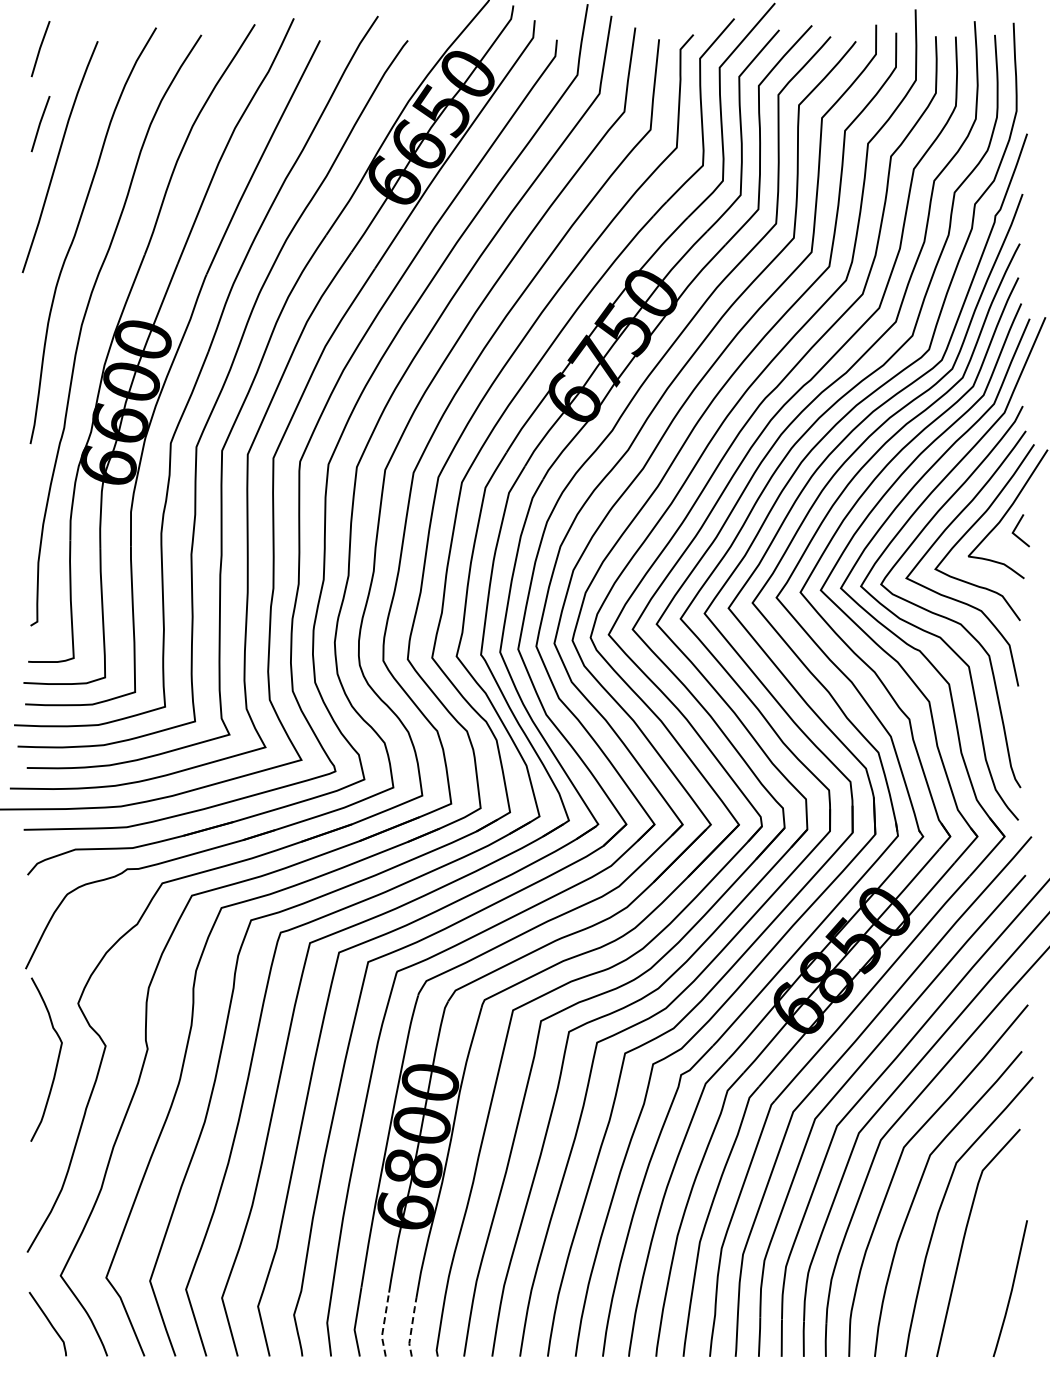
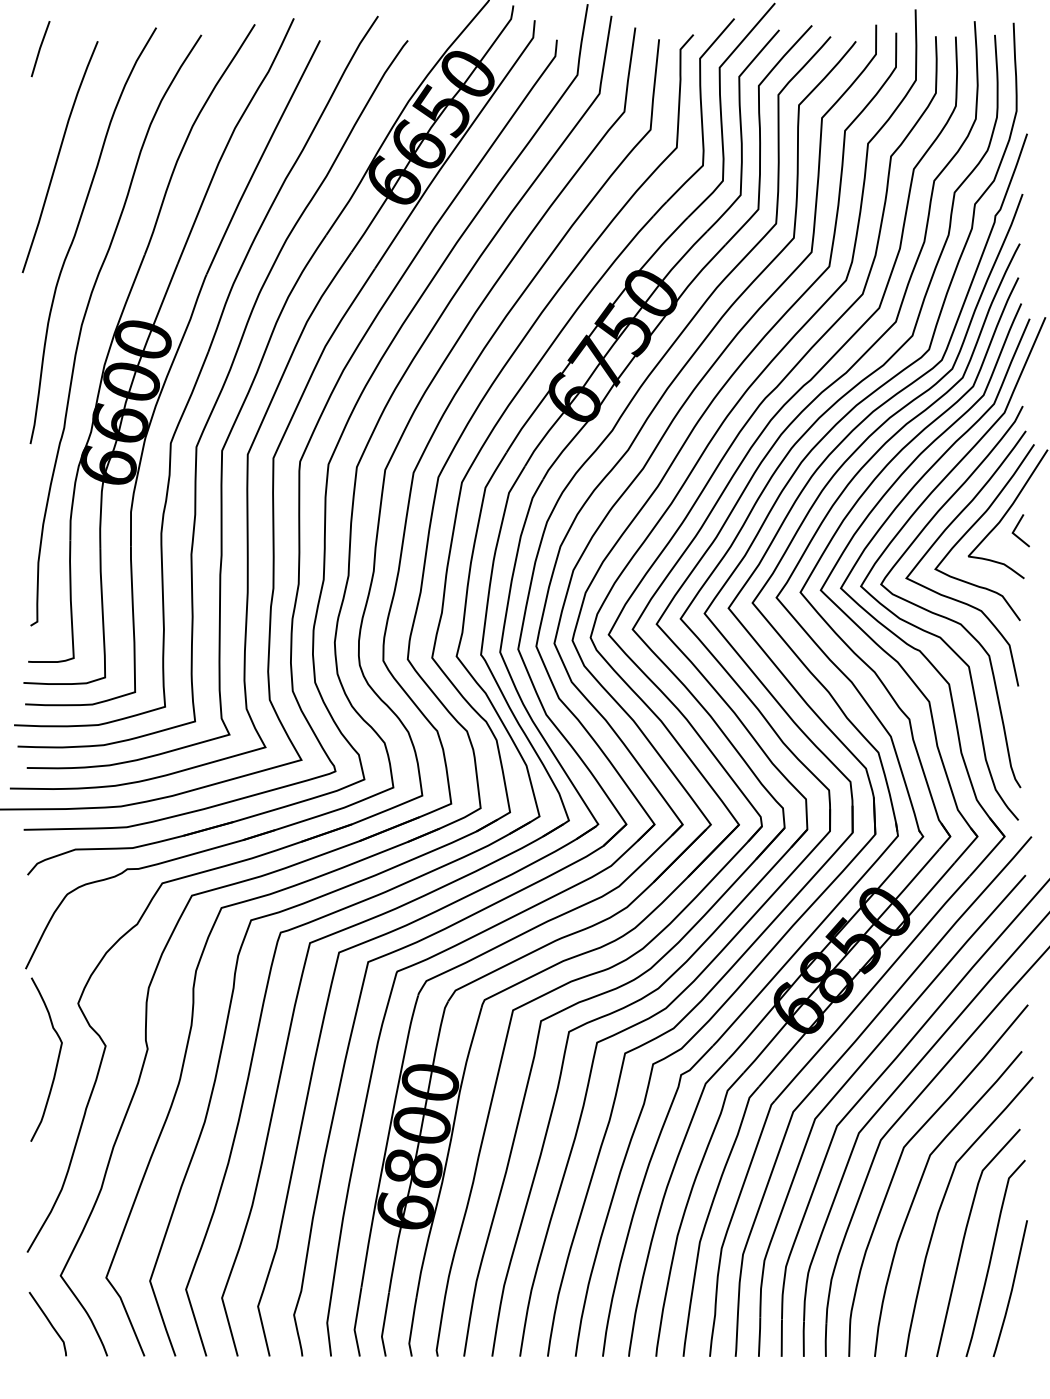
line at (40, 124): present -> none
curve at (992, 1256): none -> present
line at (383, 1324): dashed -> solid
line at (411, 1327): dashed -> solid
